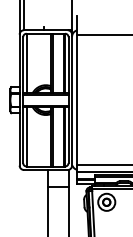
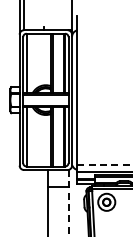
line at (103, 35): present -> none
line at (105, 164): solid -> dashed
line at (68, 203): solid -> dashed
